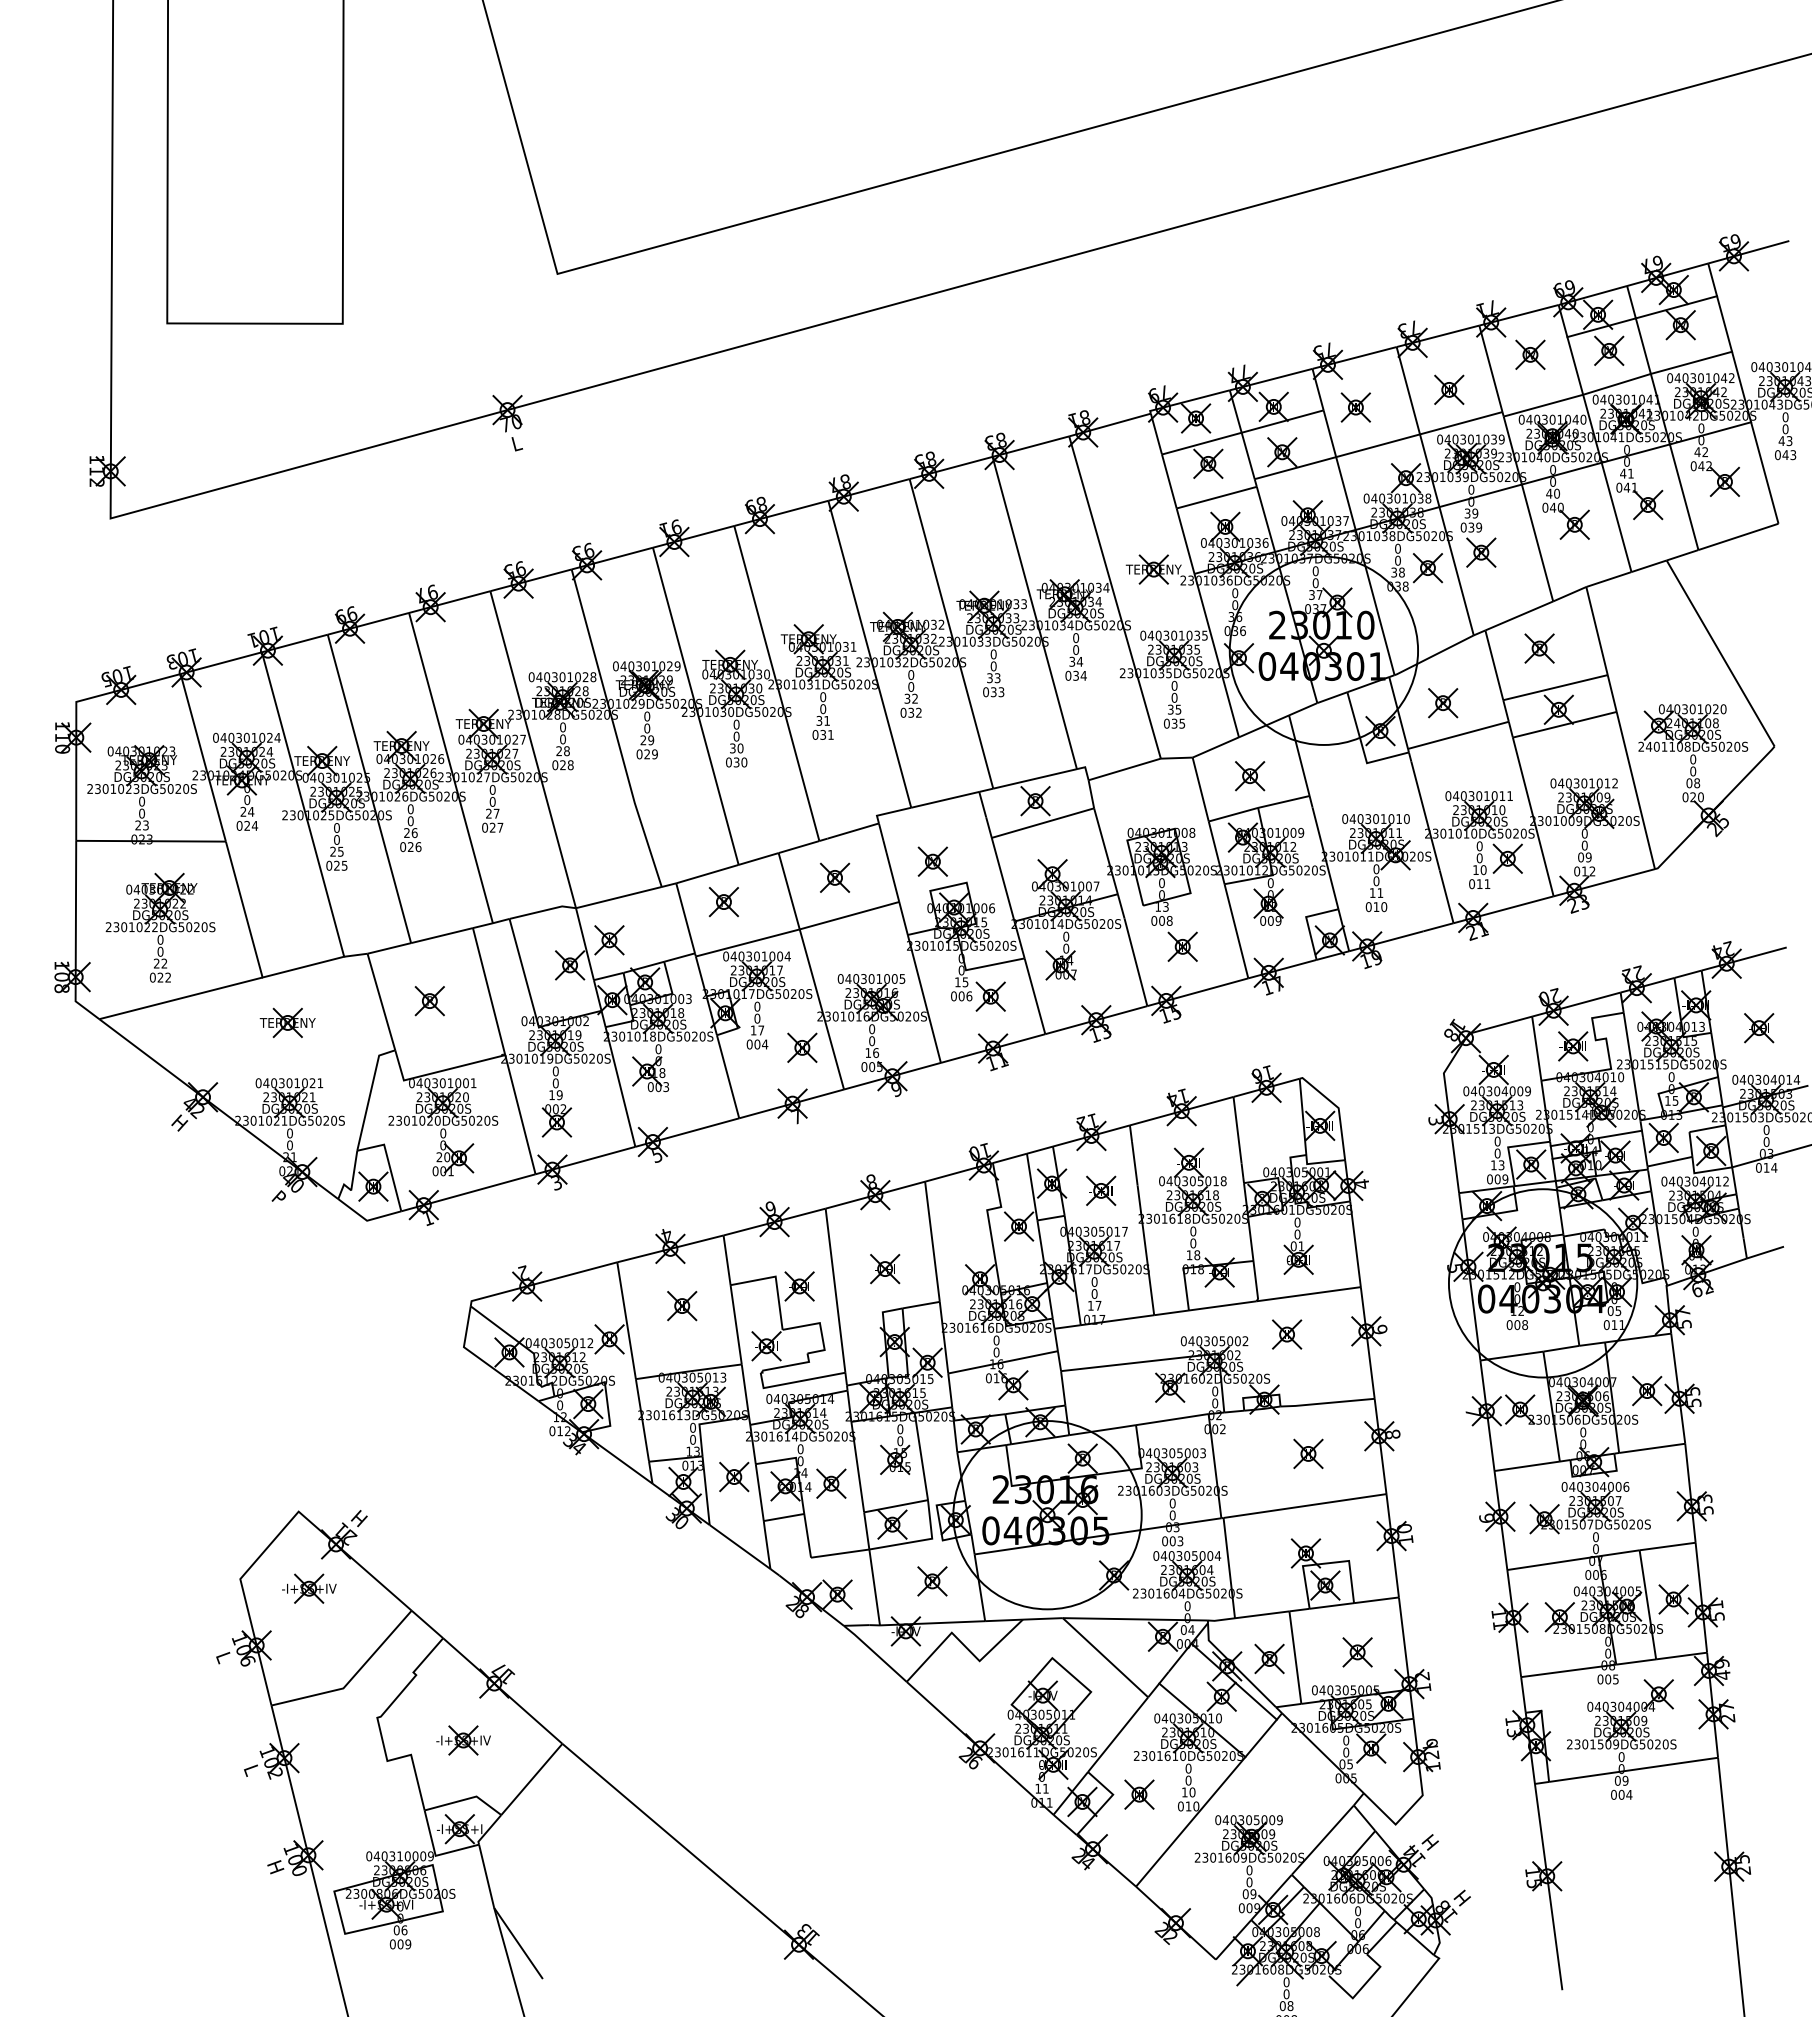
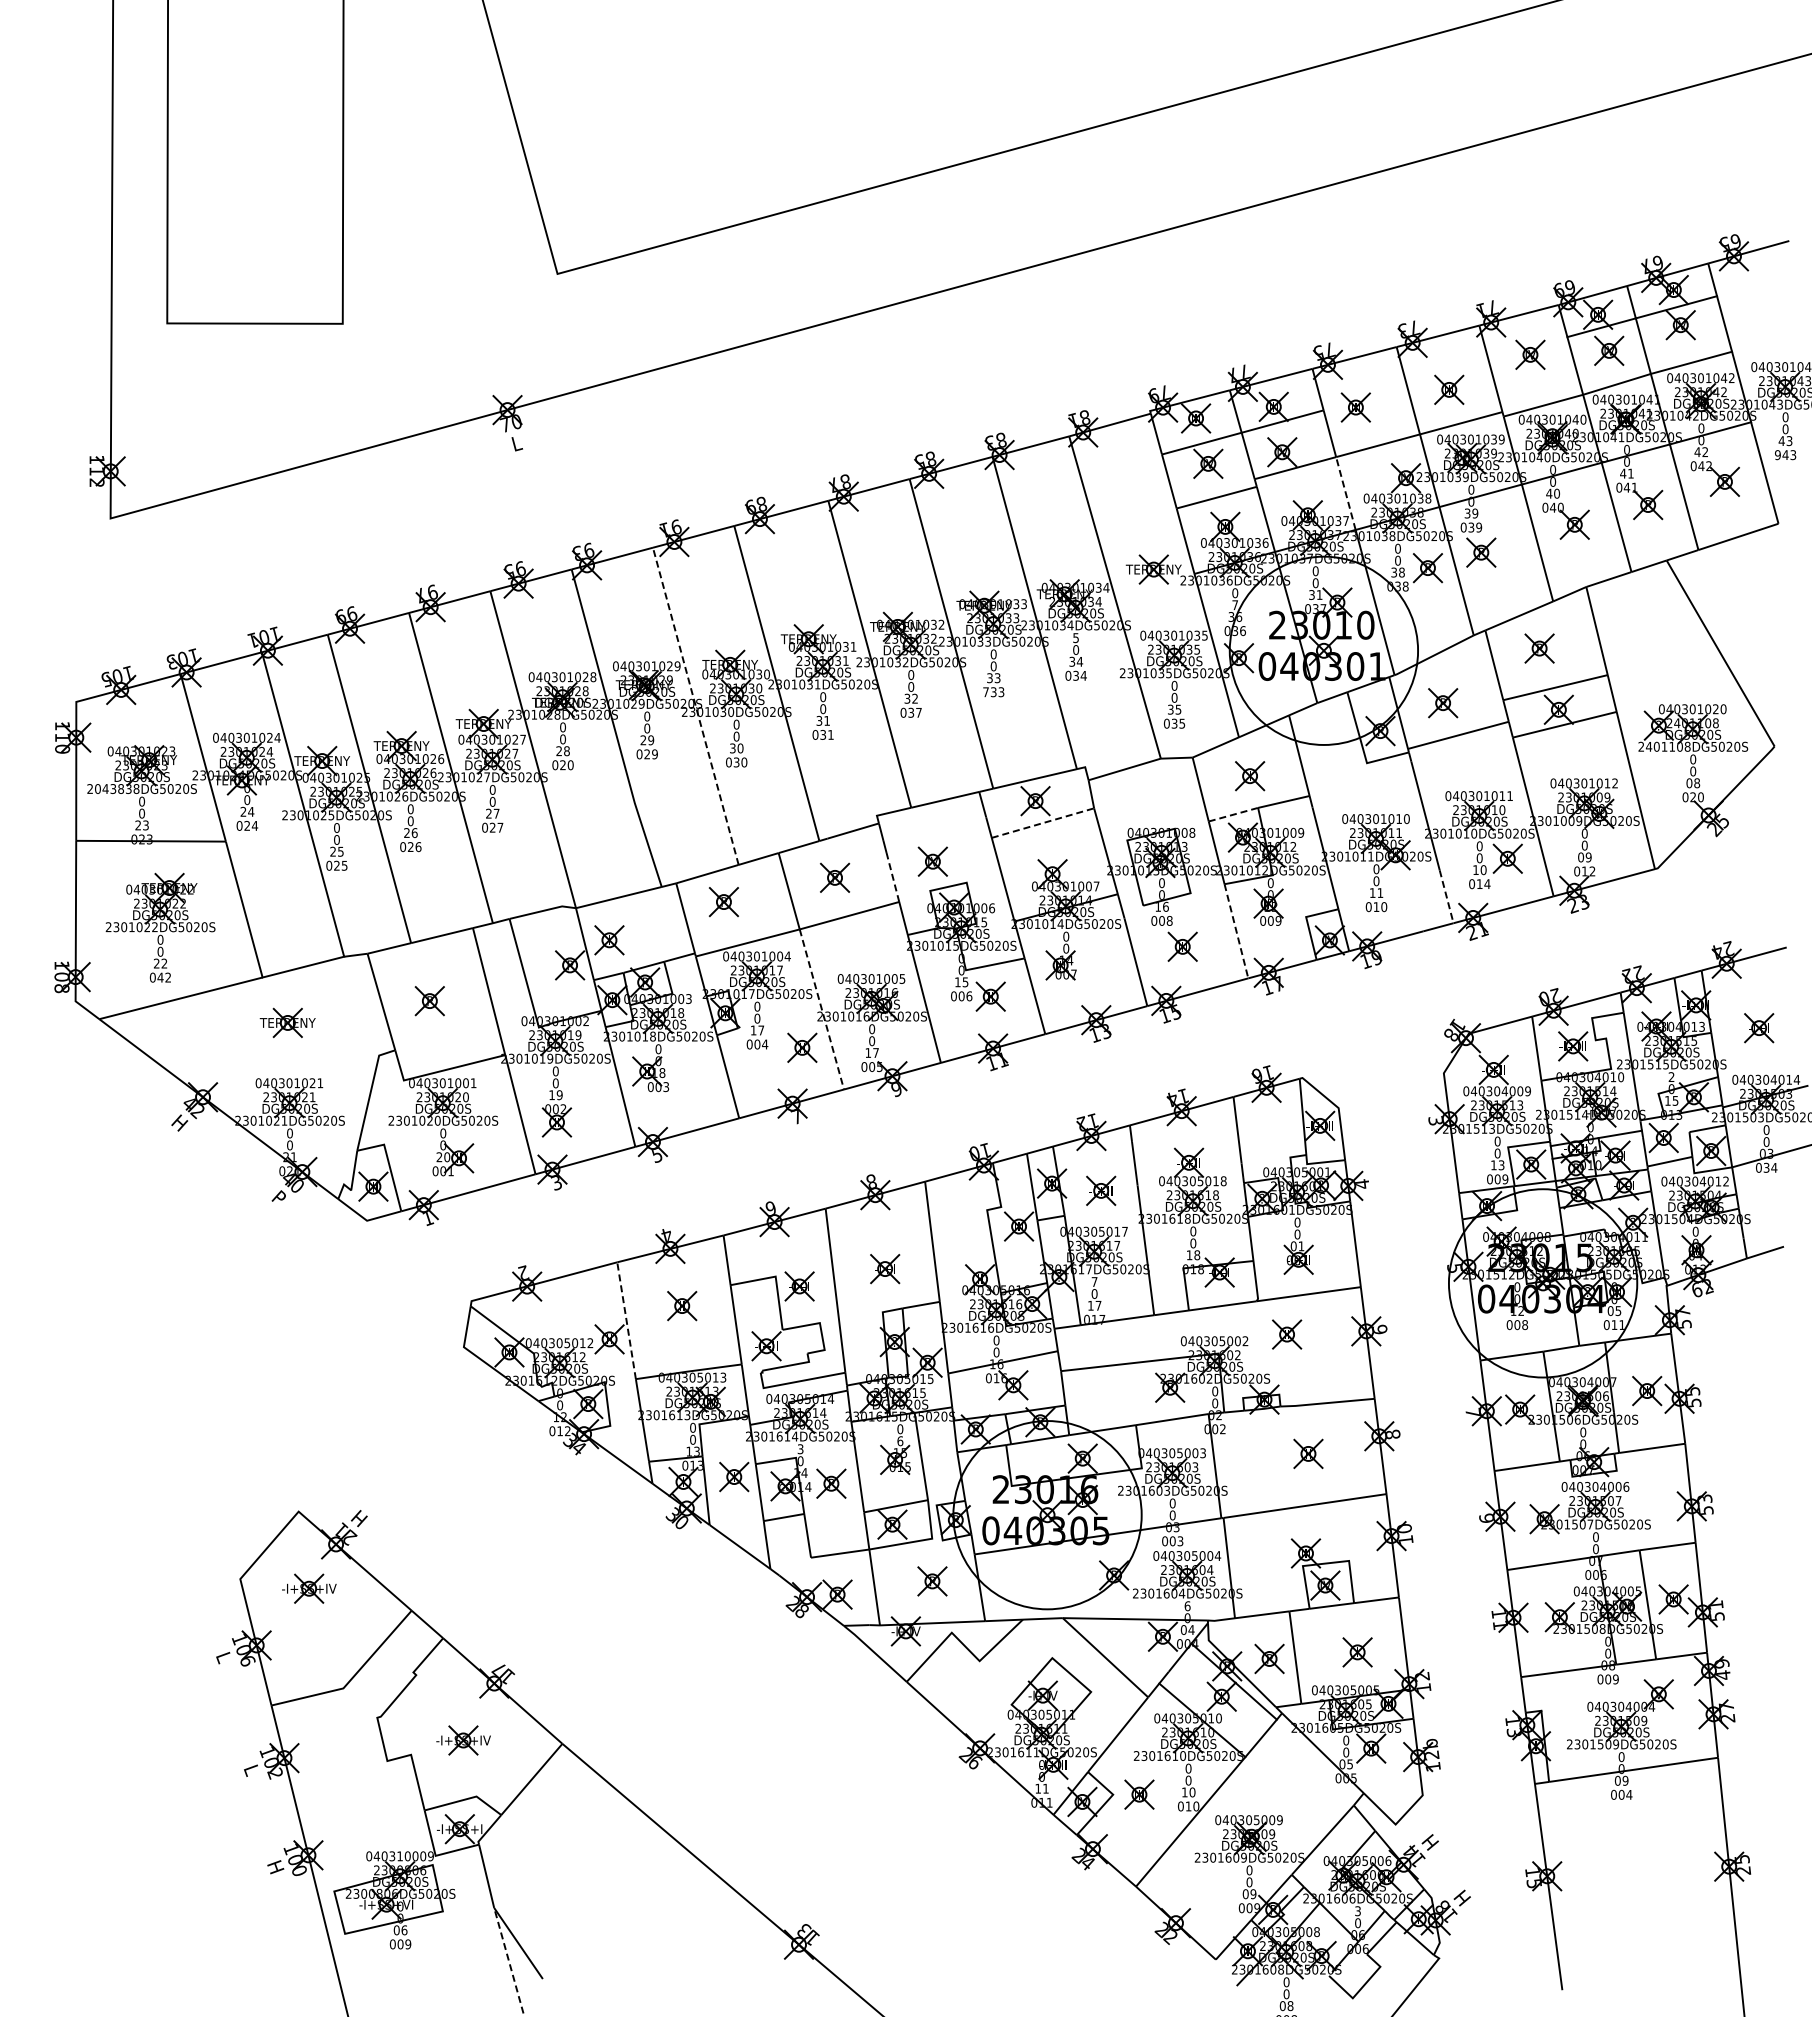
text at (1777, 455): 043 -> 943
line at (1345, 493): solid -> dashed
text at (1319, 594): 37 -> 31
text at (1235, 605): 0 -> 7
text at (1076, 637): 0 -> 5
text at (986, 692): 033 -> 733
line at (695, 705): solid -> dashed
text at (918, 712): 032 -> 037
text at (570, 764): 028 -> 020
text at (117, 789): 2301023DG5020S -> 2043838DG5020S
line at (1233, 814): solid -> dashed
line at (1043, 822): solid -> dashed
line at (892, 877): solid -> dashed
text at (1487, 883): 011 -> 014
line at (1446, 897): solid -> dashed
text at (1165, 906): 13 -> 16
line at (1236, 931): solid -> dashed
text at (160, 977): 022 -> 042
line at (822, 1009): solid -> dashed
text at (876, 1052): 16 -> 17
text at (1671, 1077): 0 -> 2
text at (1766, 1167): 014 -> 034
text at (1094, 1281): 0 -> 7
line at (626, 1320): solid -> dashed
text at (900, 1440): 0 -> 6
text at (800, 1449): 0 -> 3
text at (1187, 1605): 0 -> 6
text at (1615, 1679): 005 -> 009
text at (1358, 1911): 0 -> 3
line at (509, 1961): solid -> dashed
